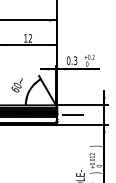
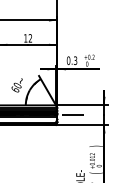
text at (95, 172): ) -> (
